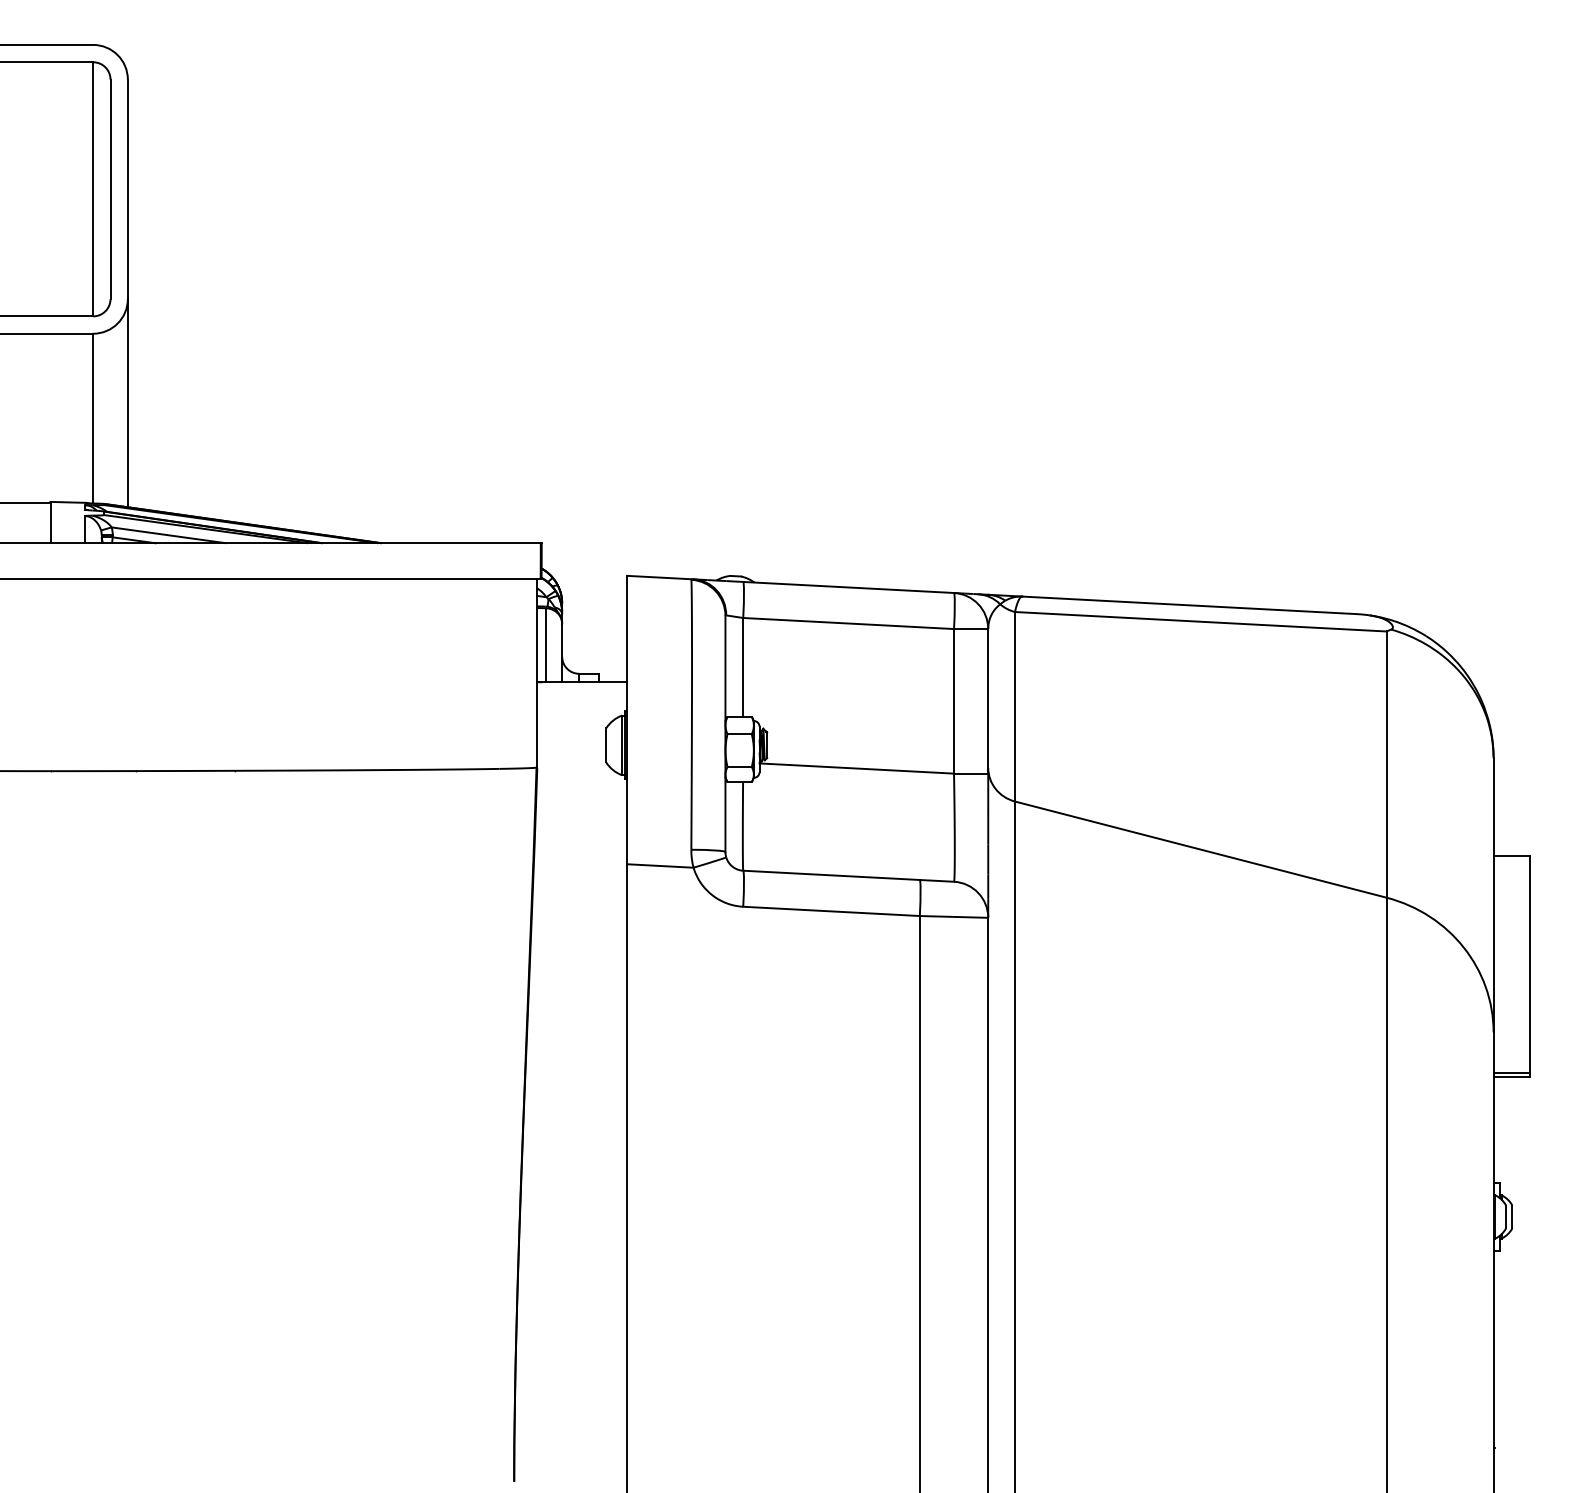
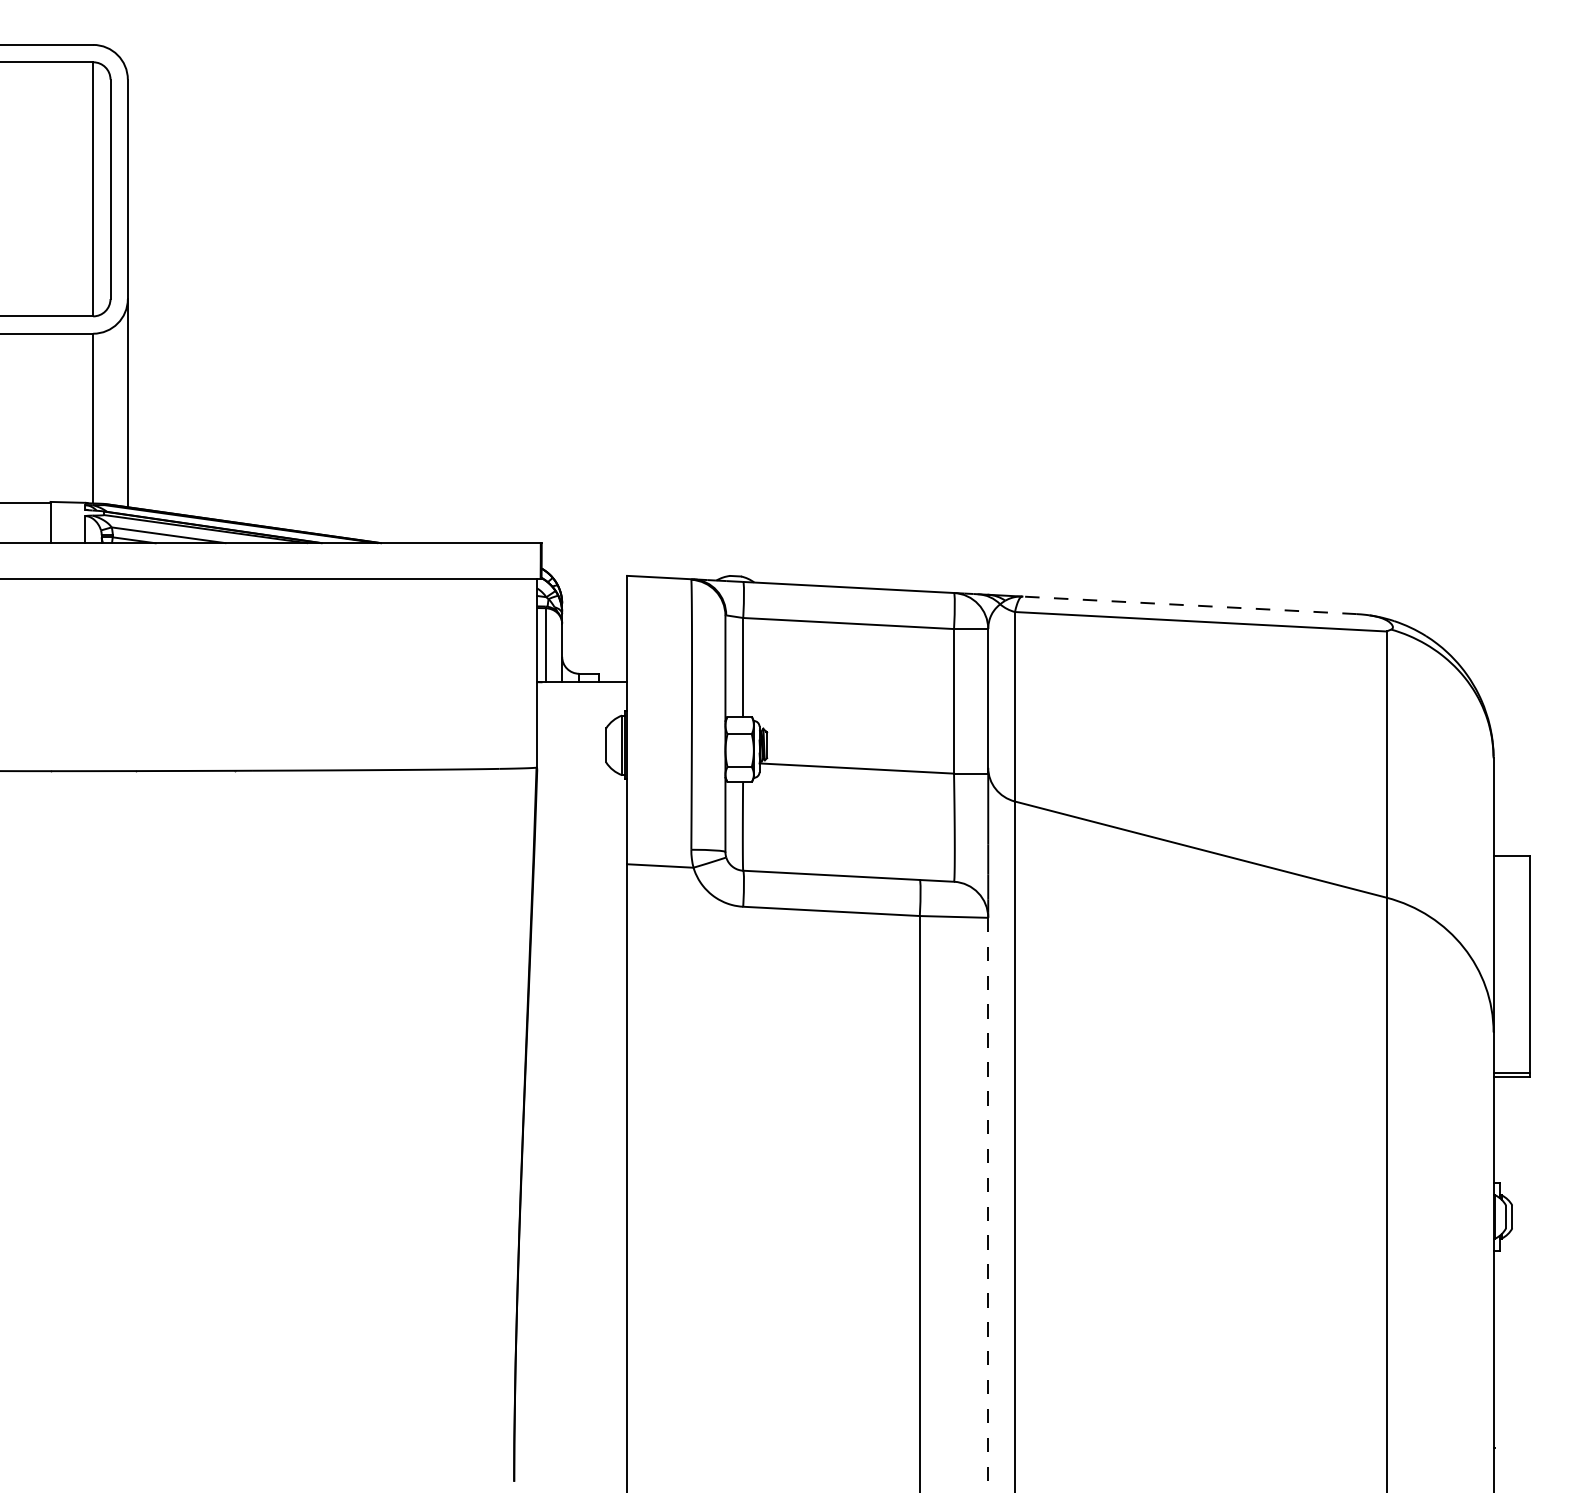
line at (1189, 605): solid -> dashed
line at (988, 1205): solid -> dashed
